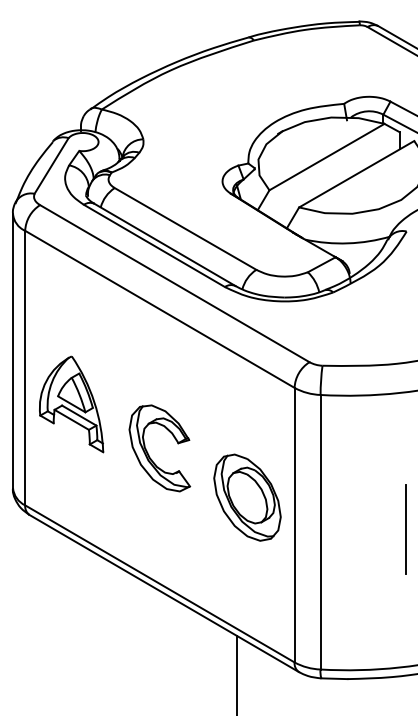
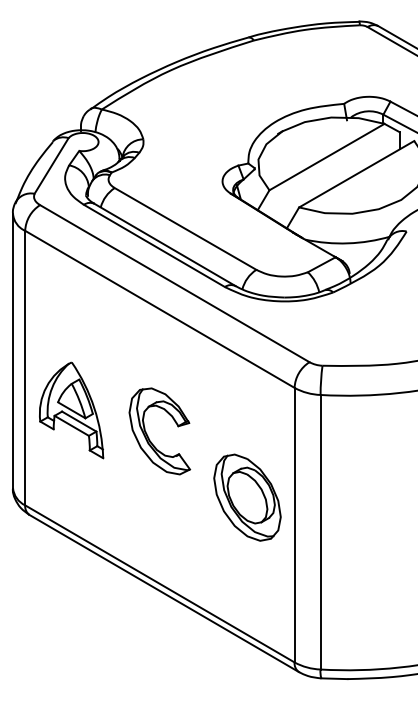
part at (71, 404) position: (71, 404) -> (71, 410)
part at (148, 452) position: (148, 452) -> (148, 435)
line at (405, 529): present -> none
line at (236, 673): present -> none
